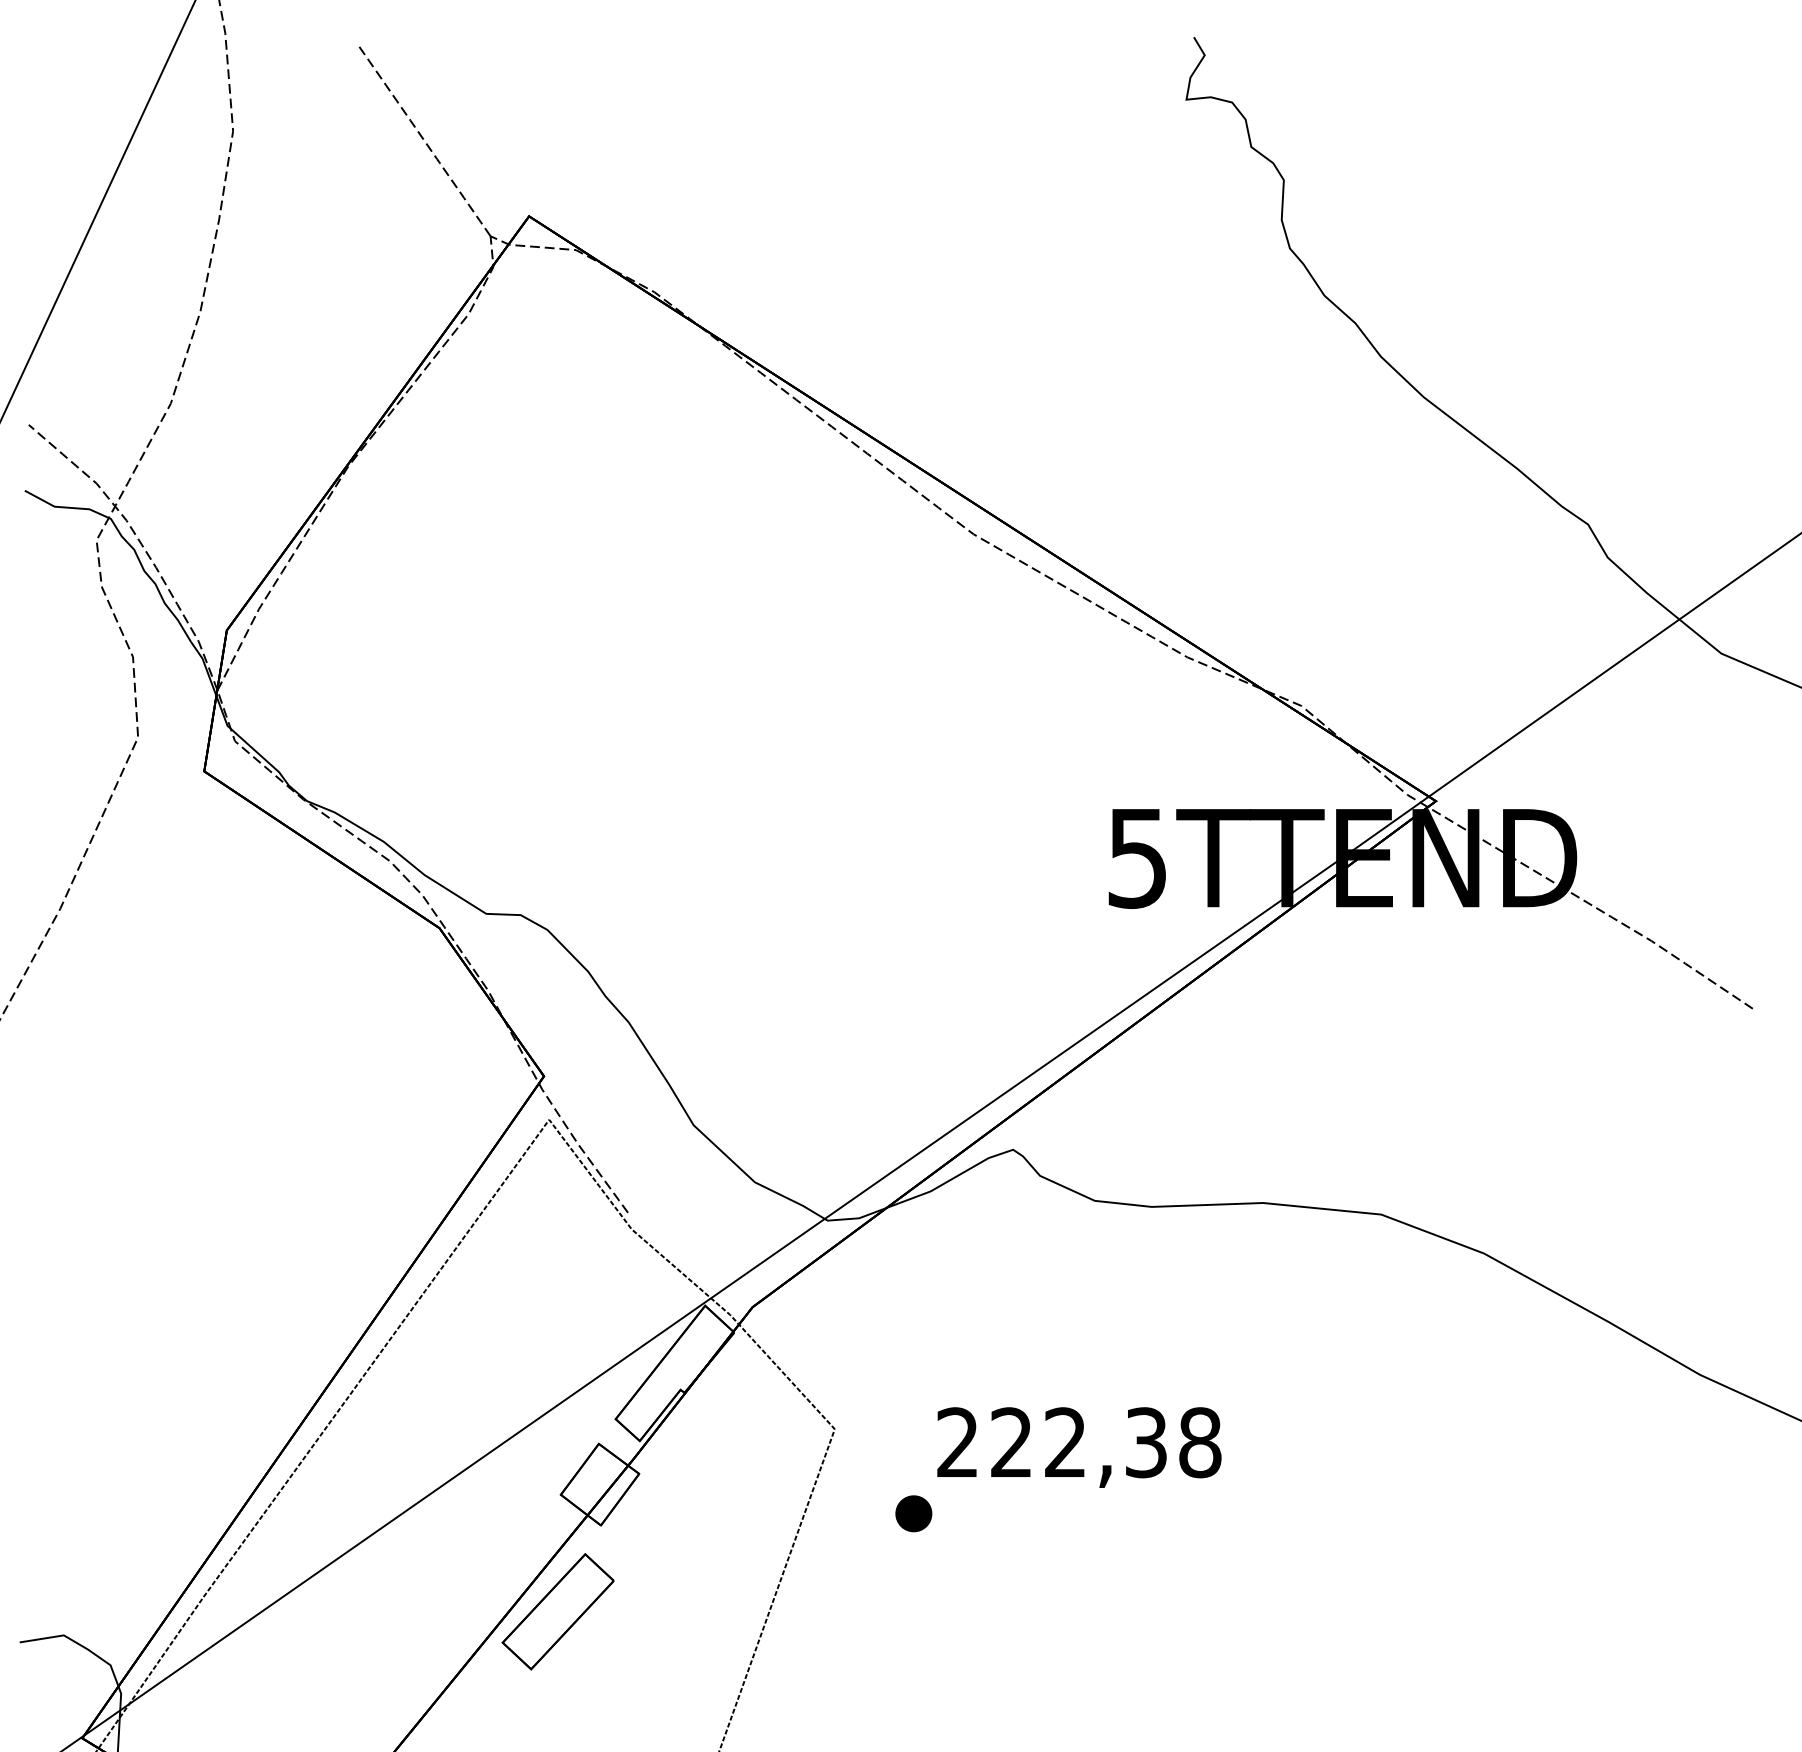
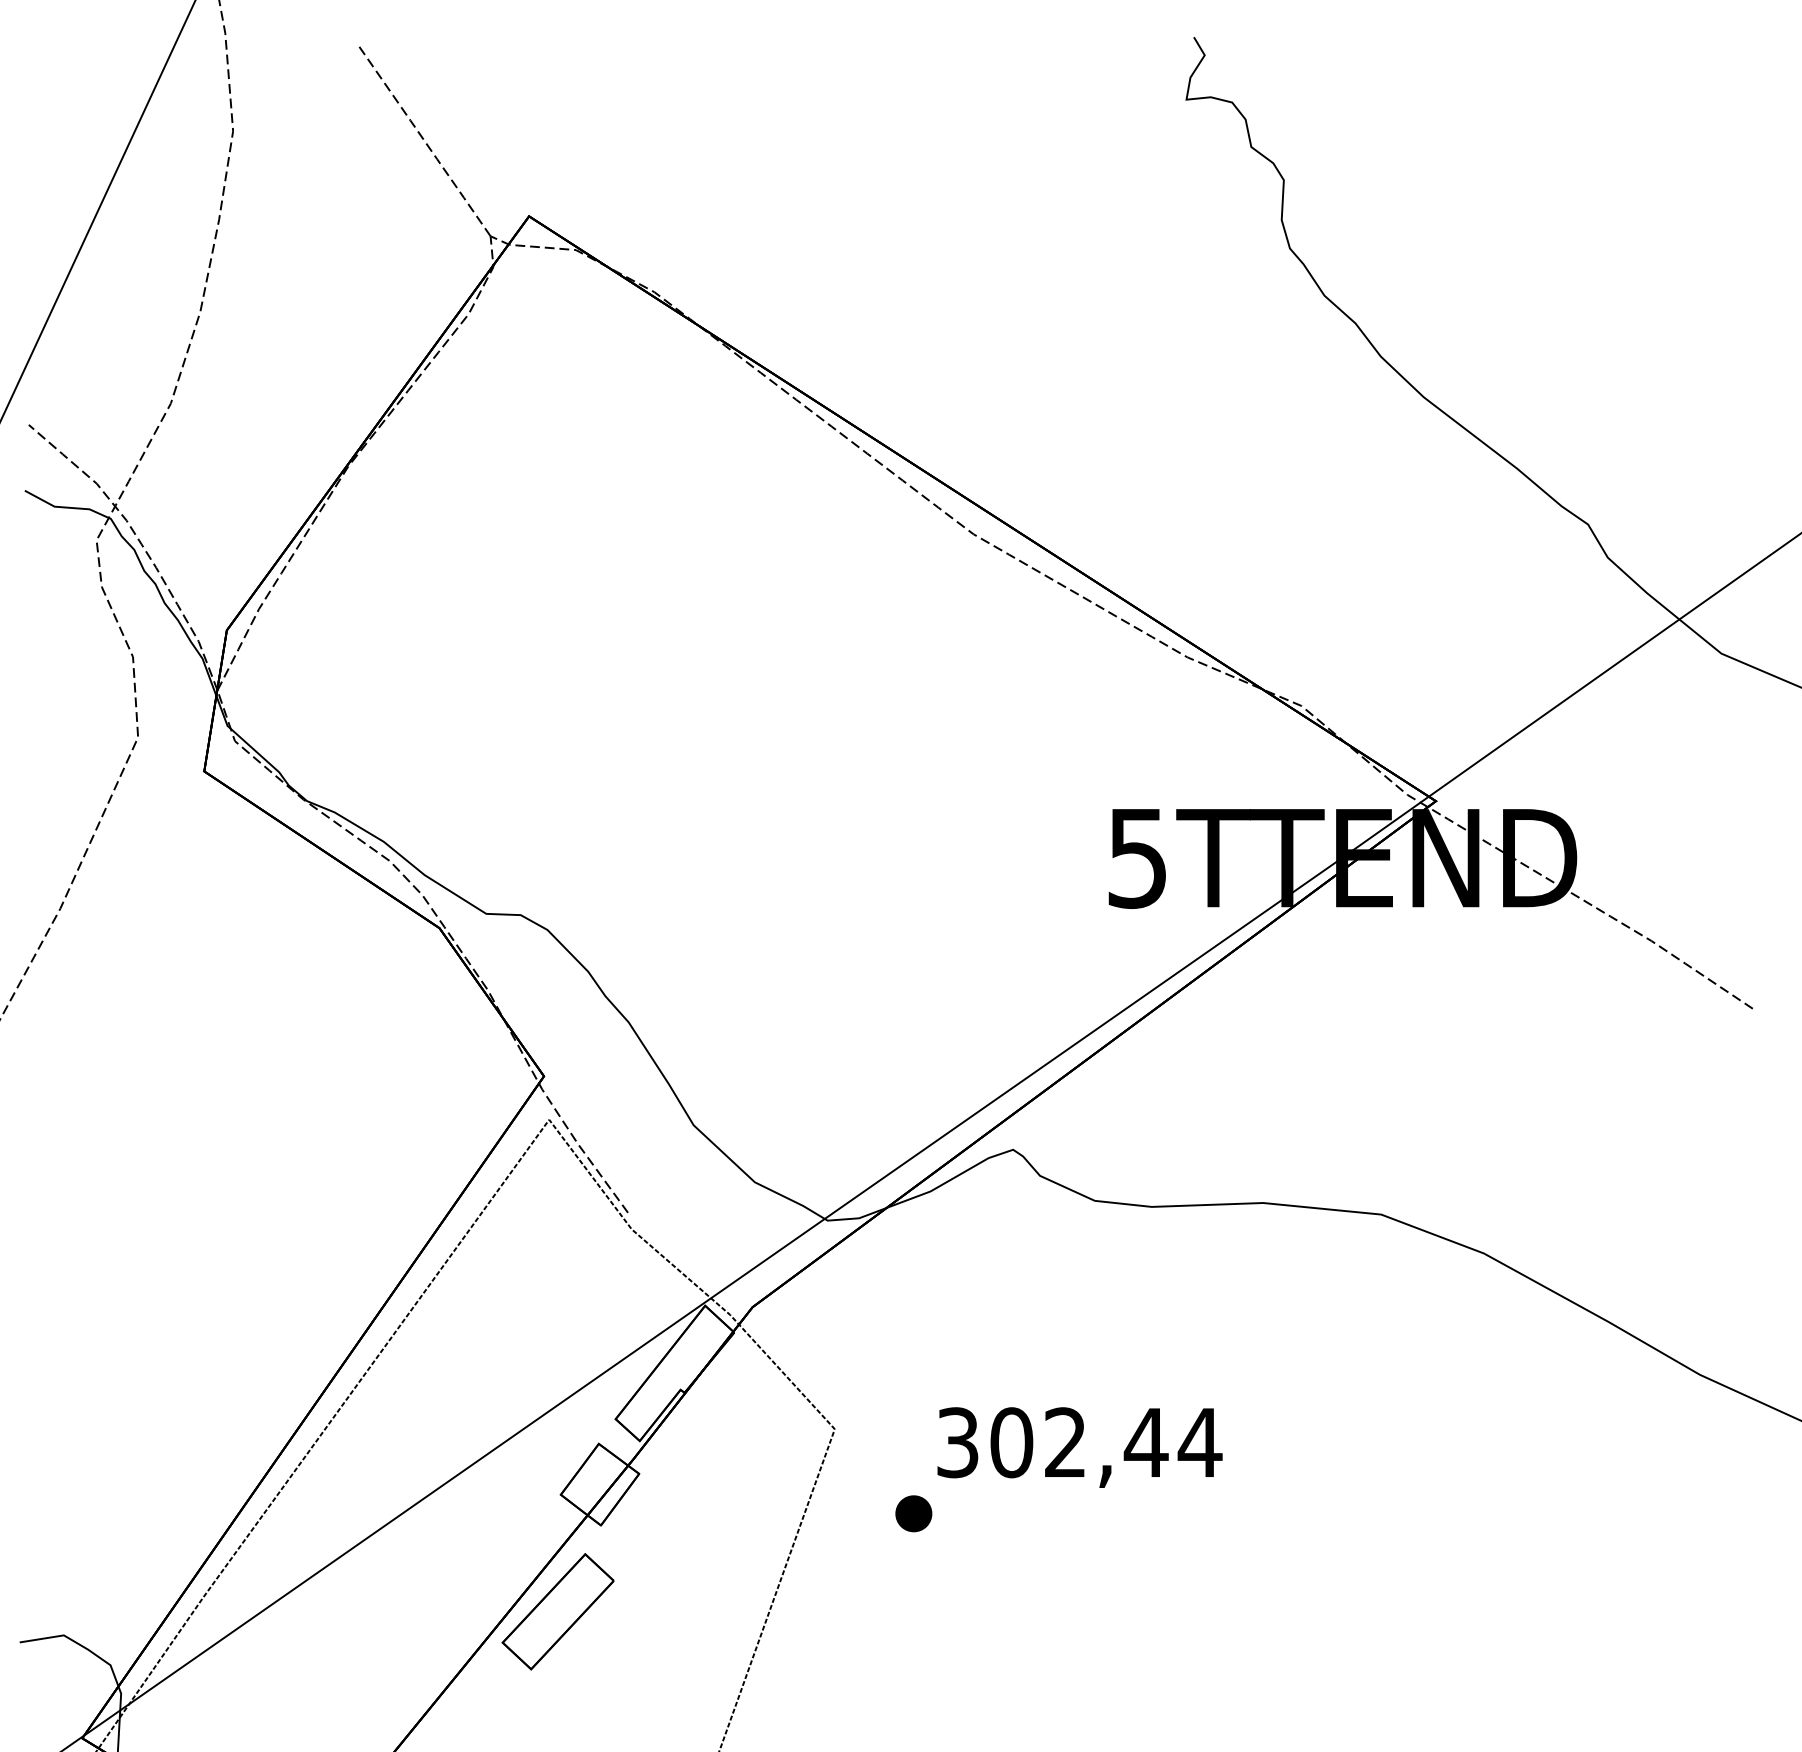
text at (1079, 1442): 222,38 -> 302,44
